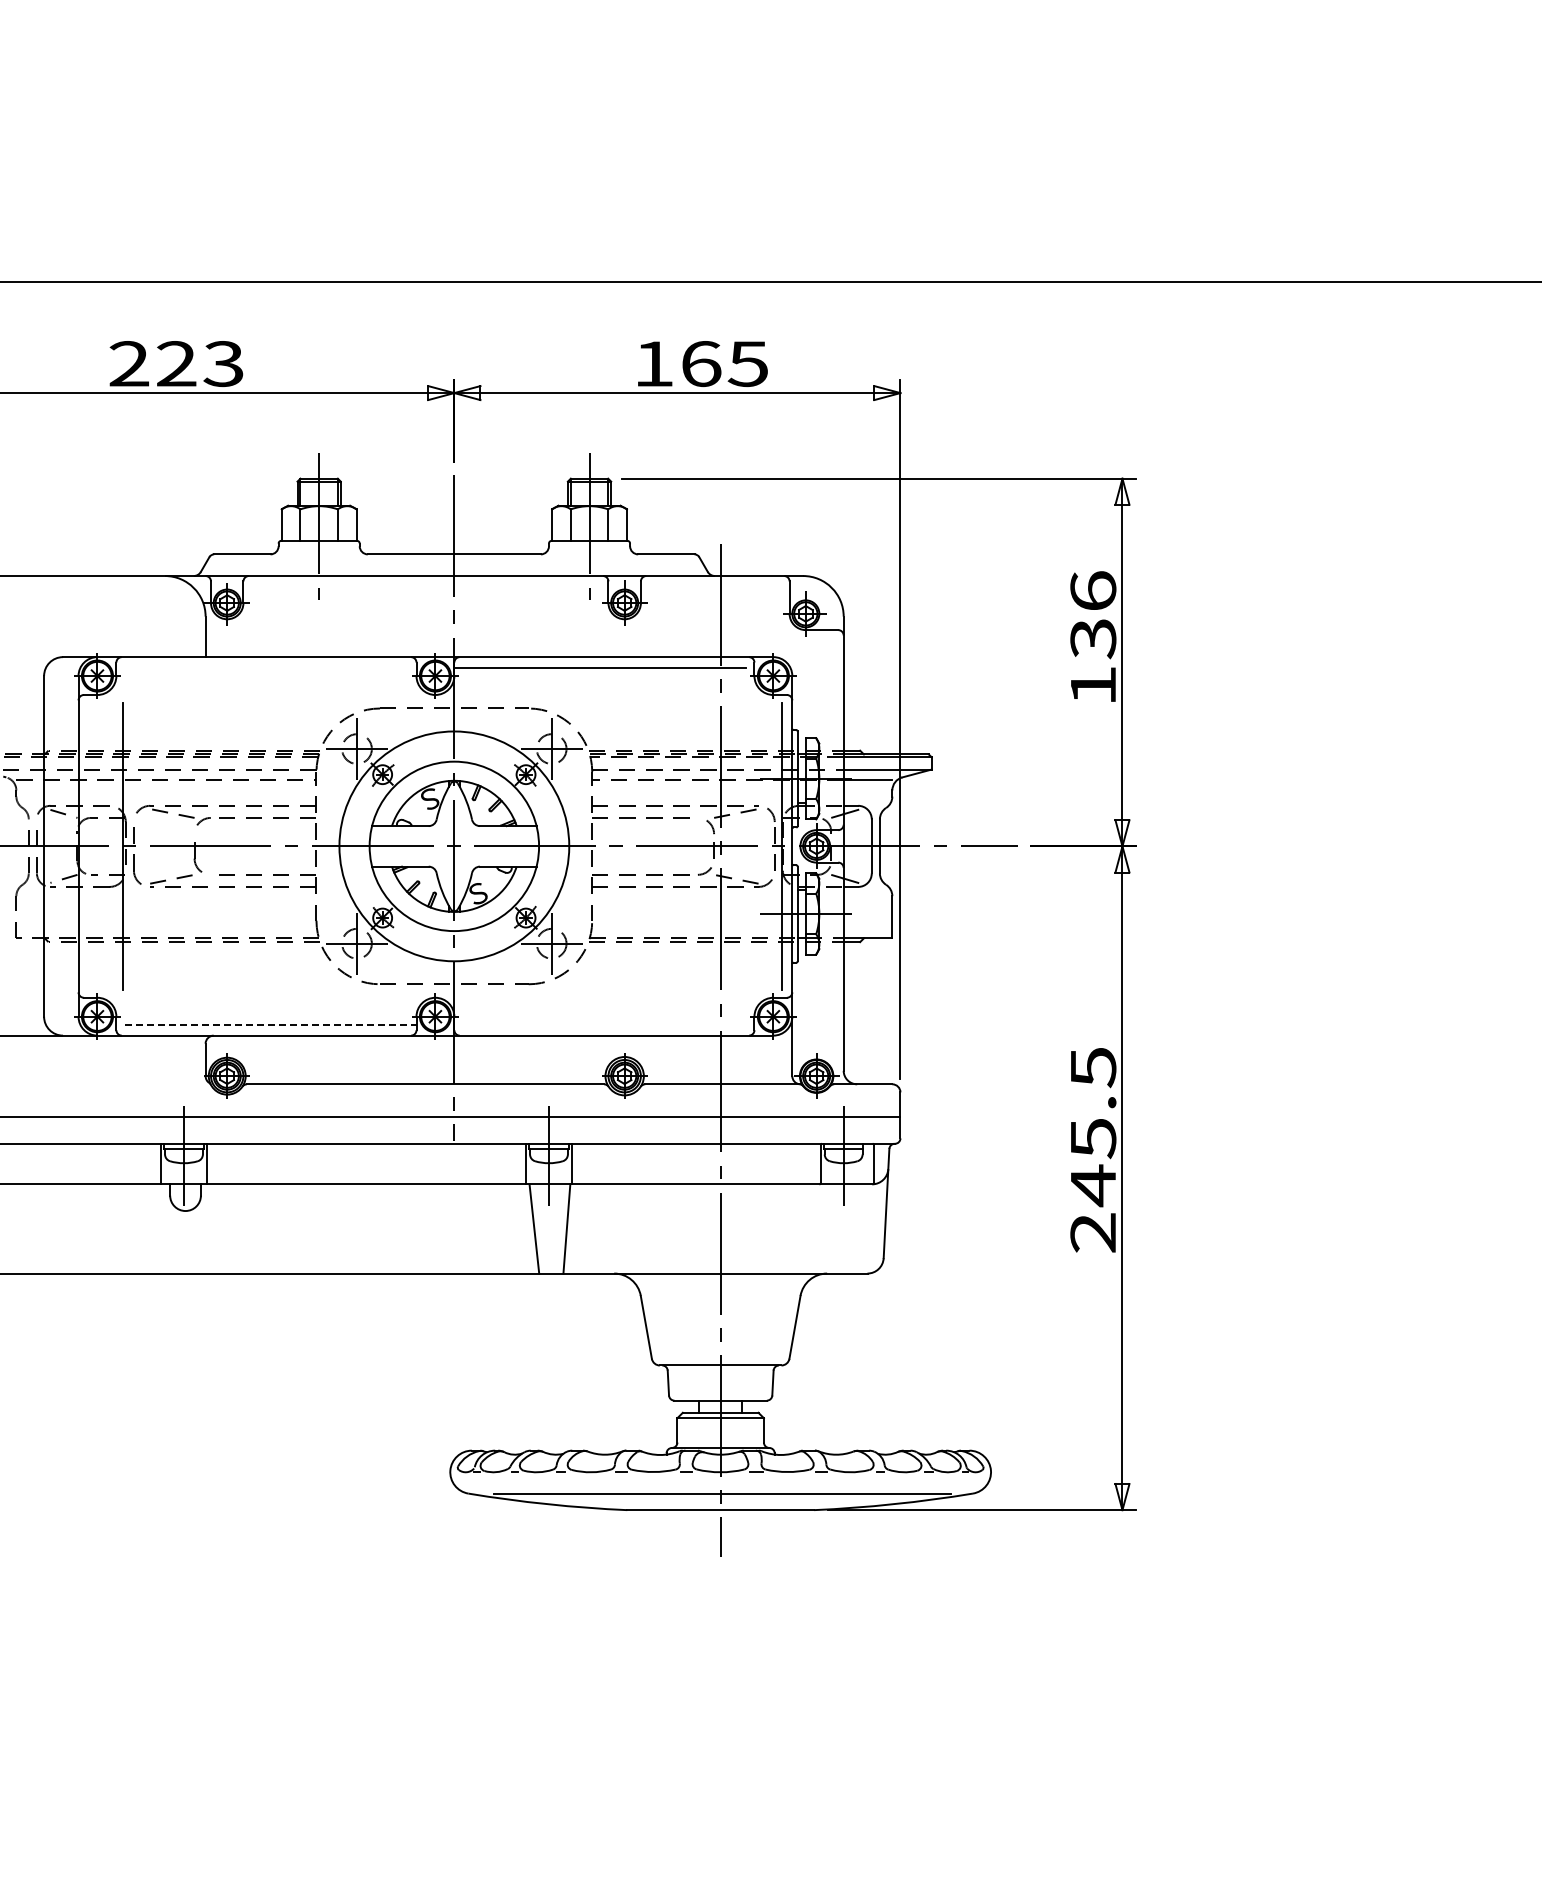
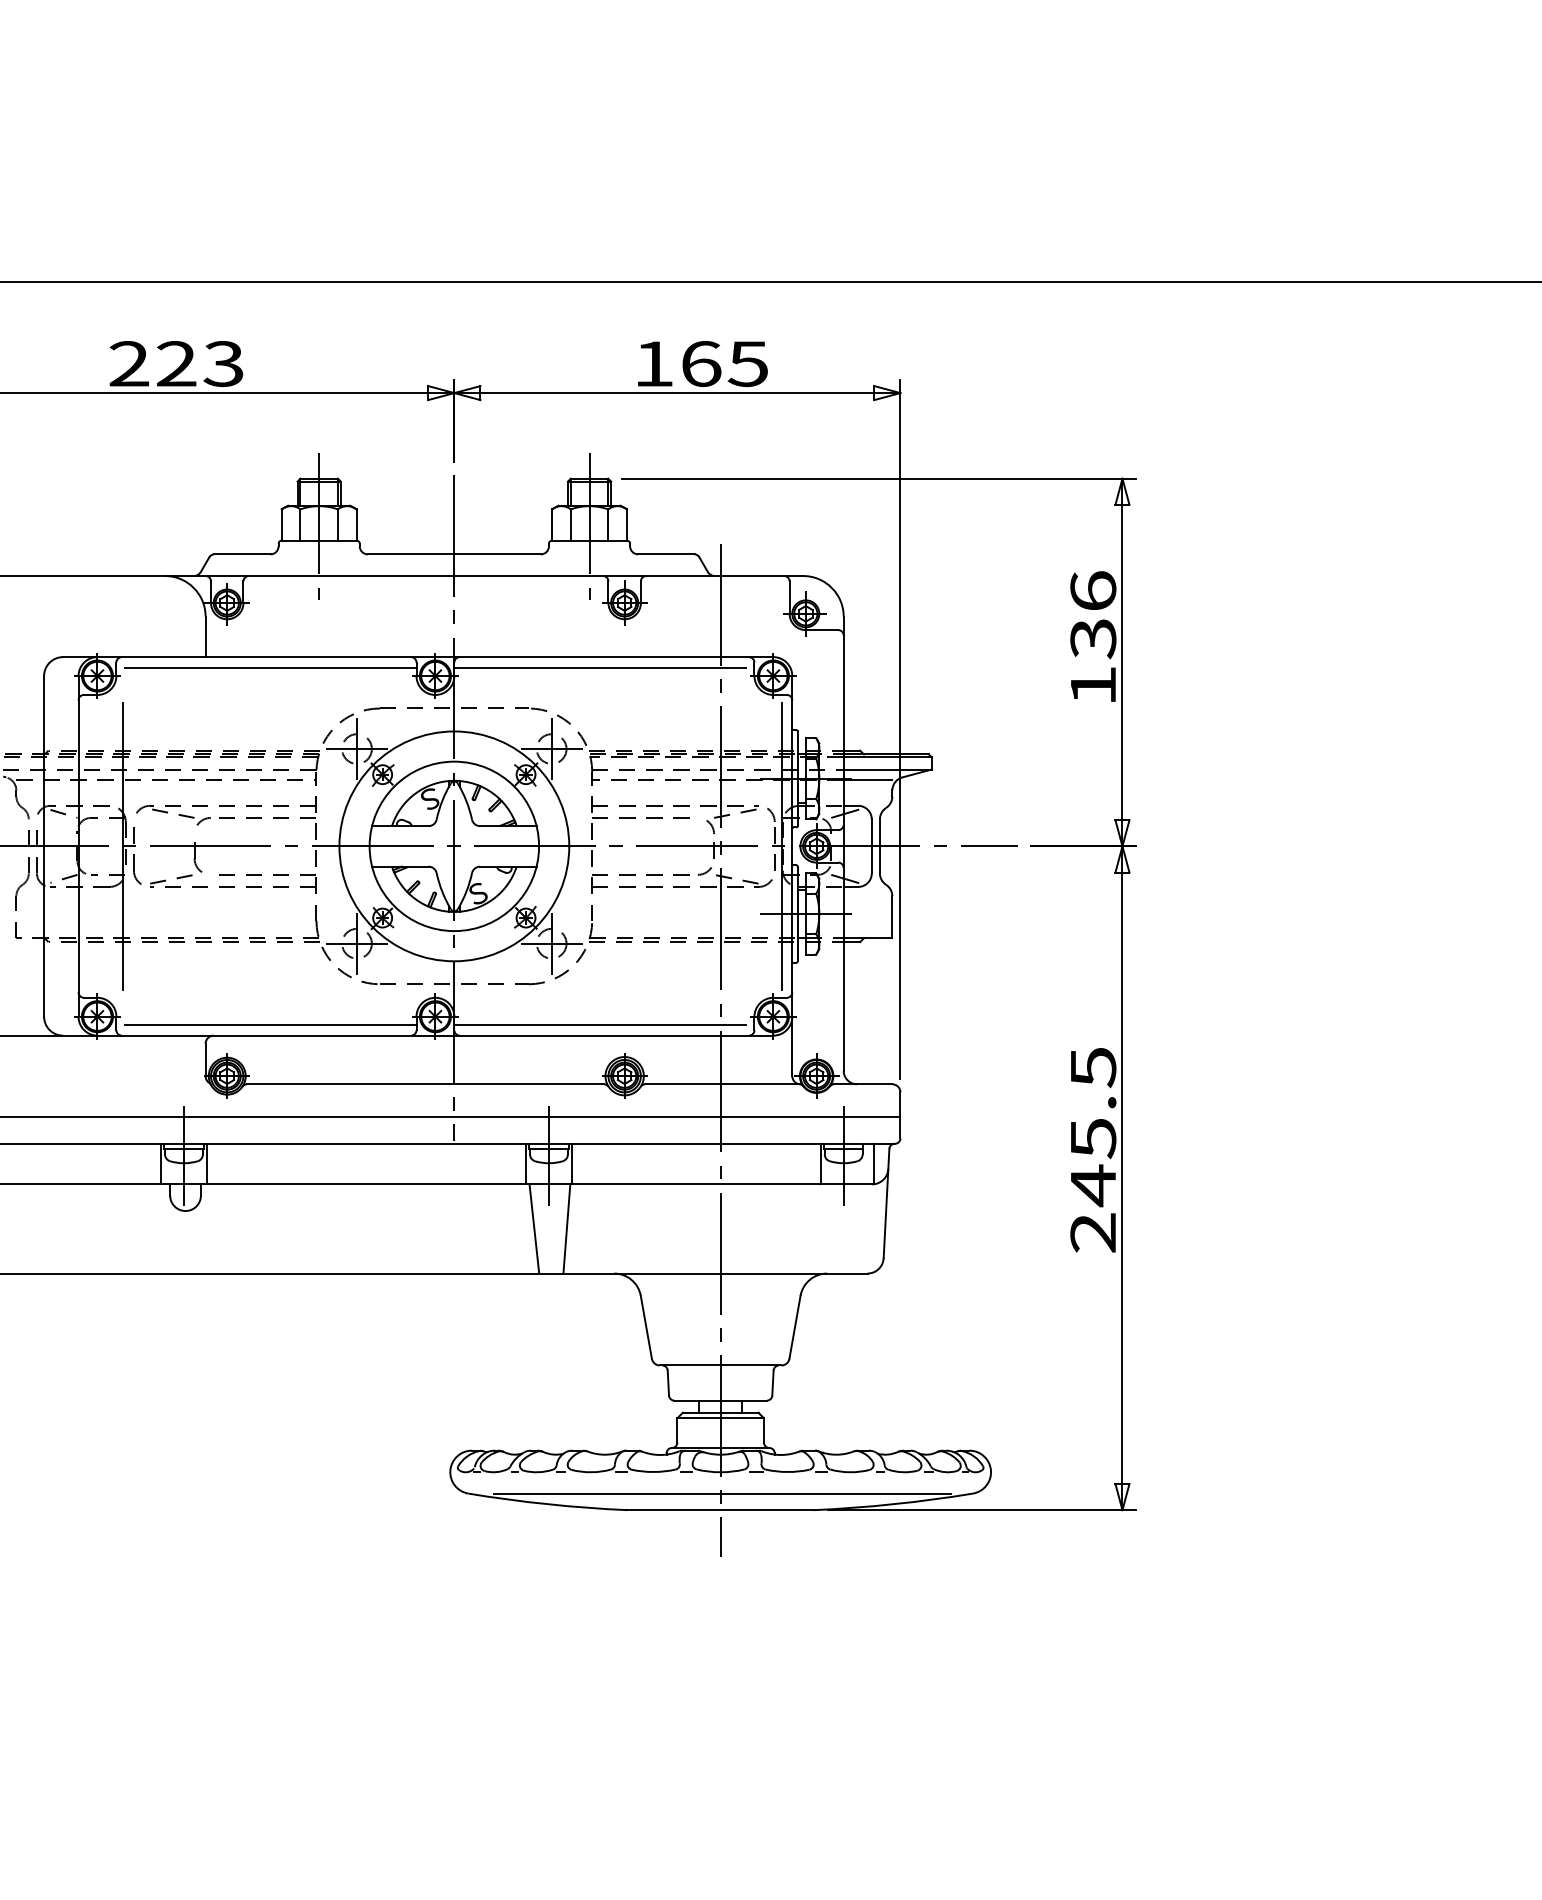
line at (270, 667): none -> present
line at (270, 1025): dashed -> solid
line at (600, 1025): none -> present
